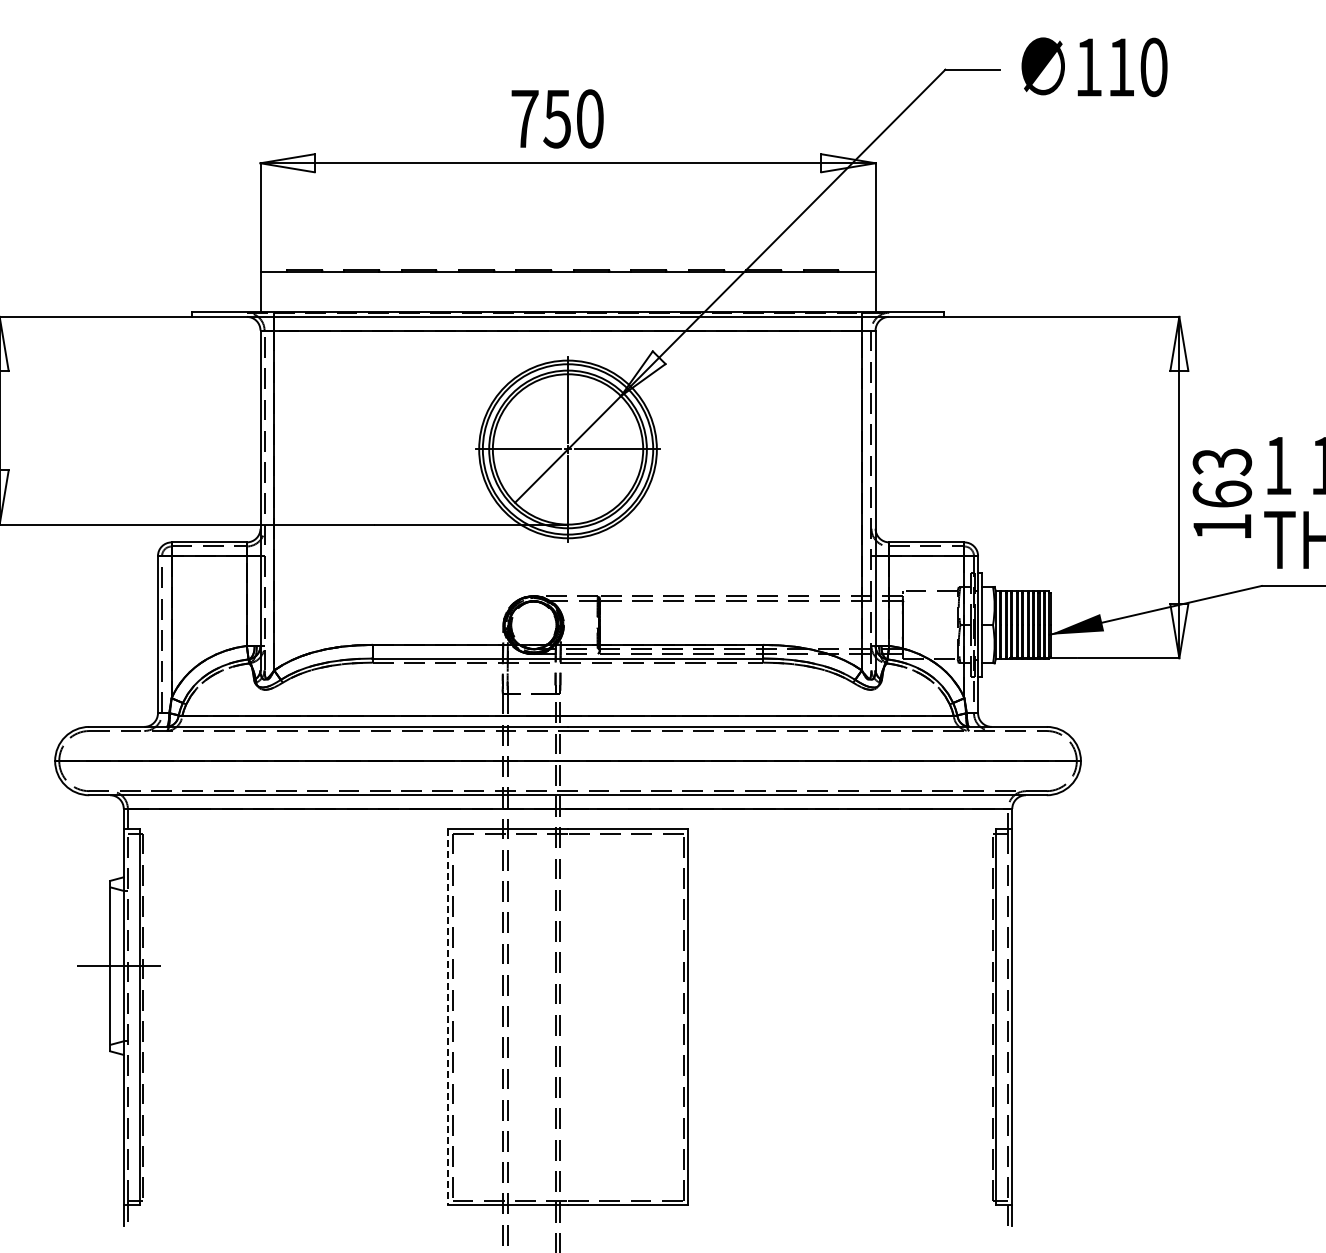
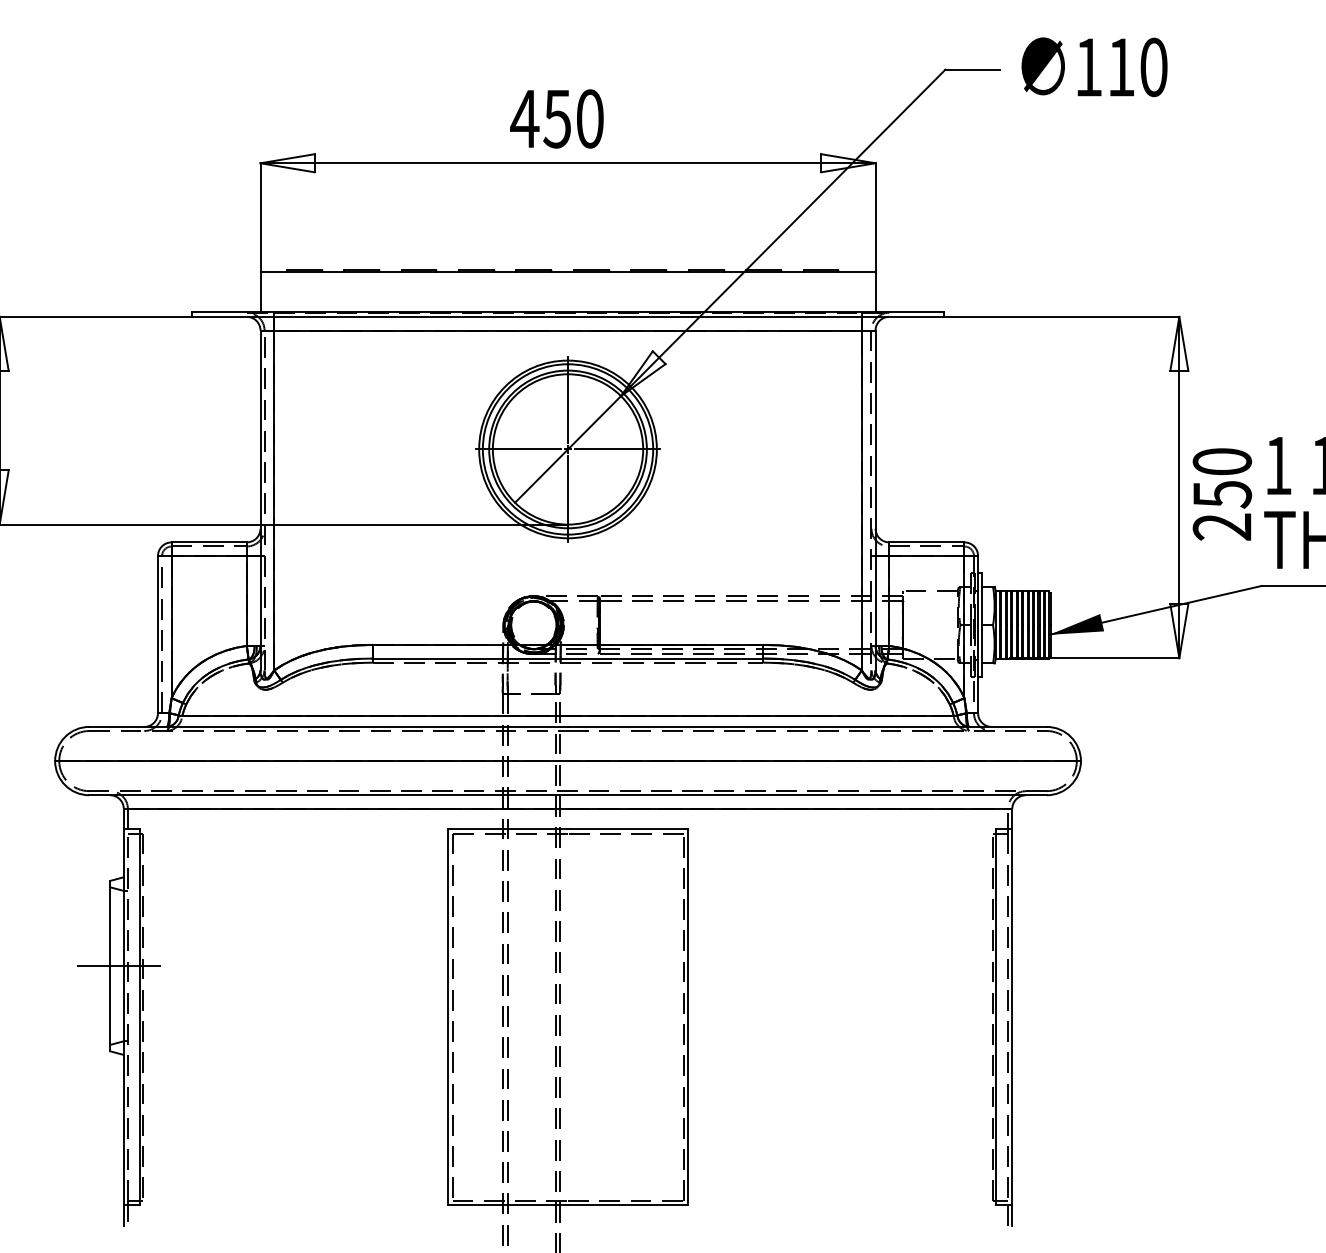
text at (524, 118): 750 -> 450
text at (1222, 494): 163 -> 250
line at (448, 1017): dashed -> solid
